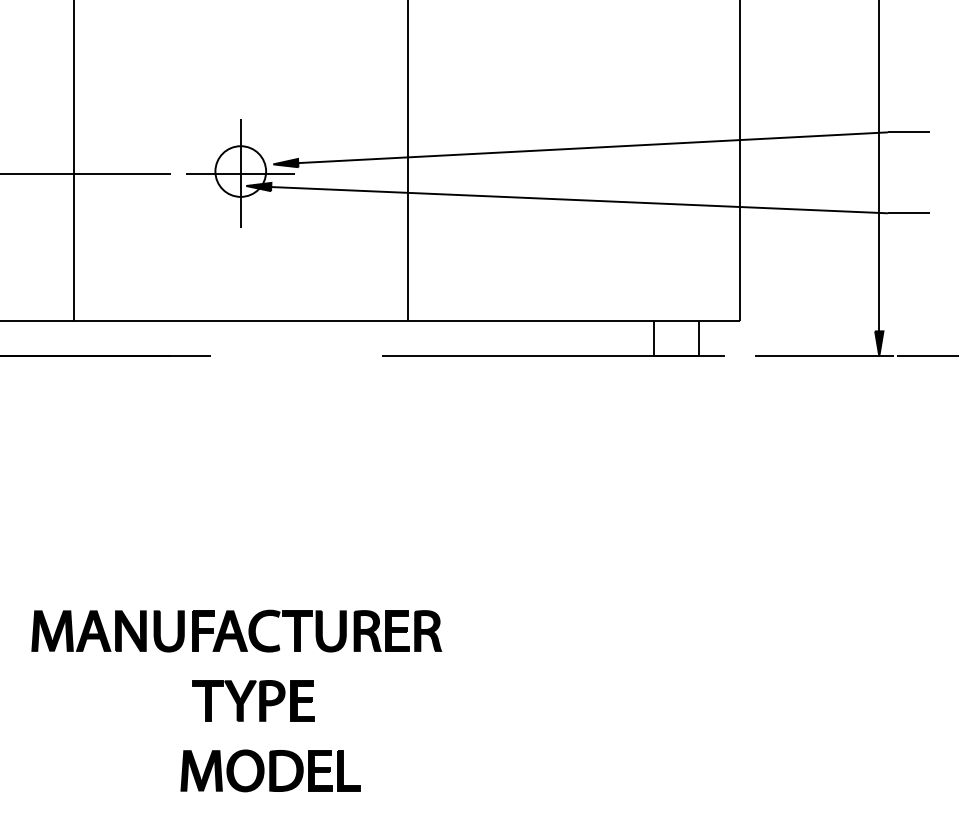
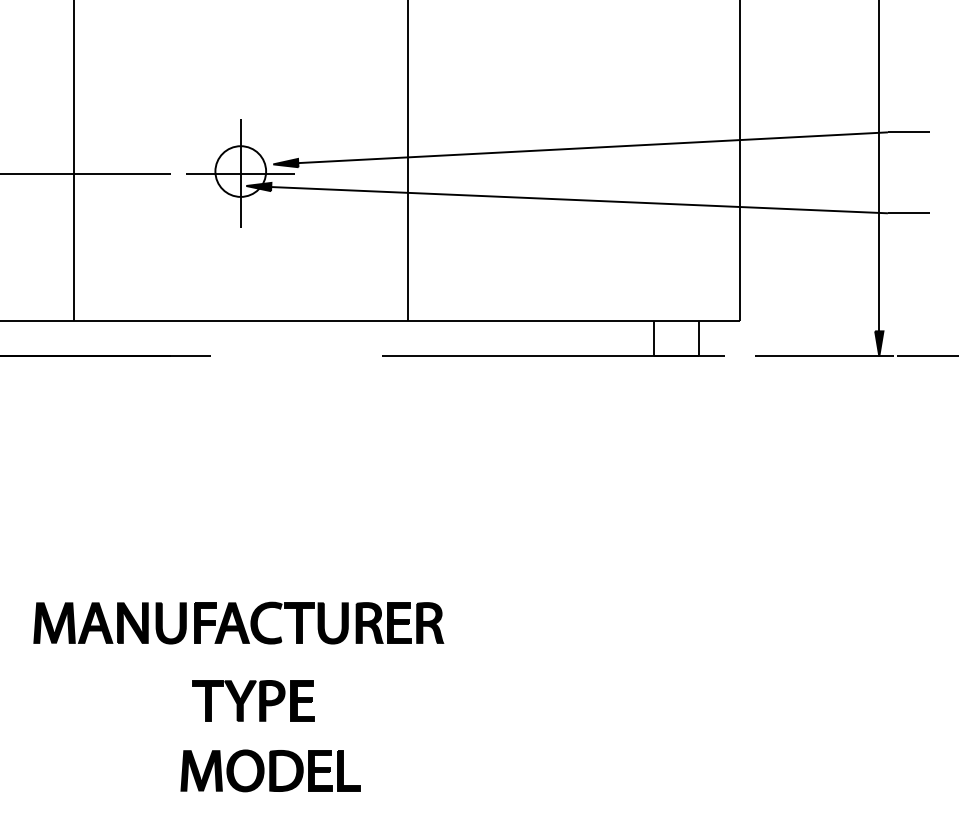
part at (236, 630) position: (236, 630) -> (238, 622)
